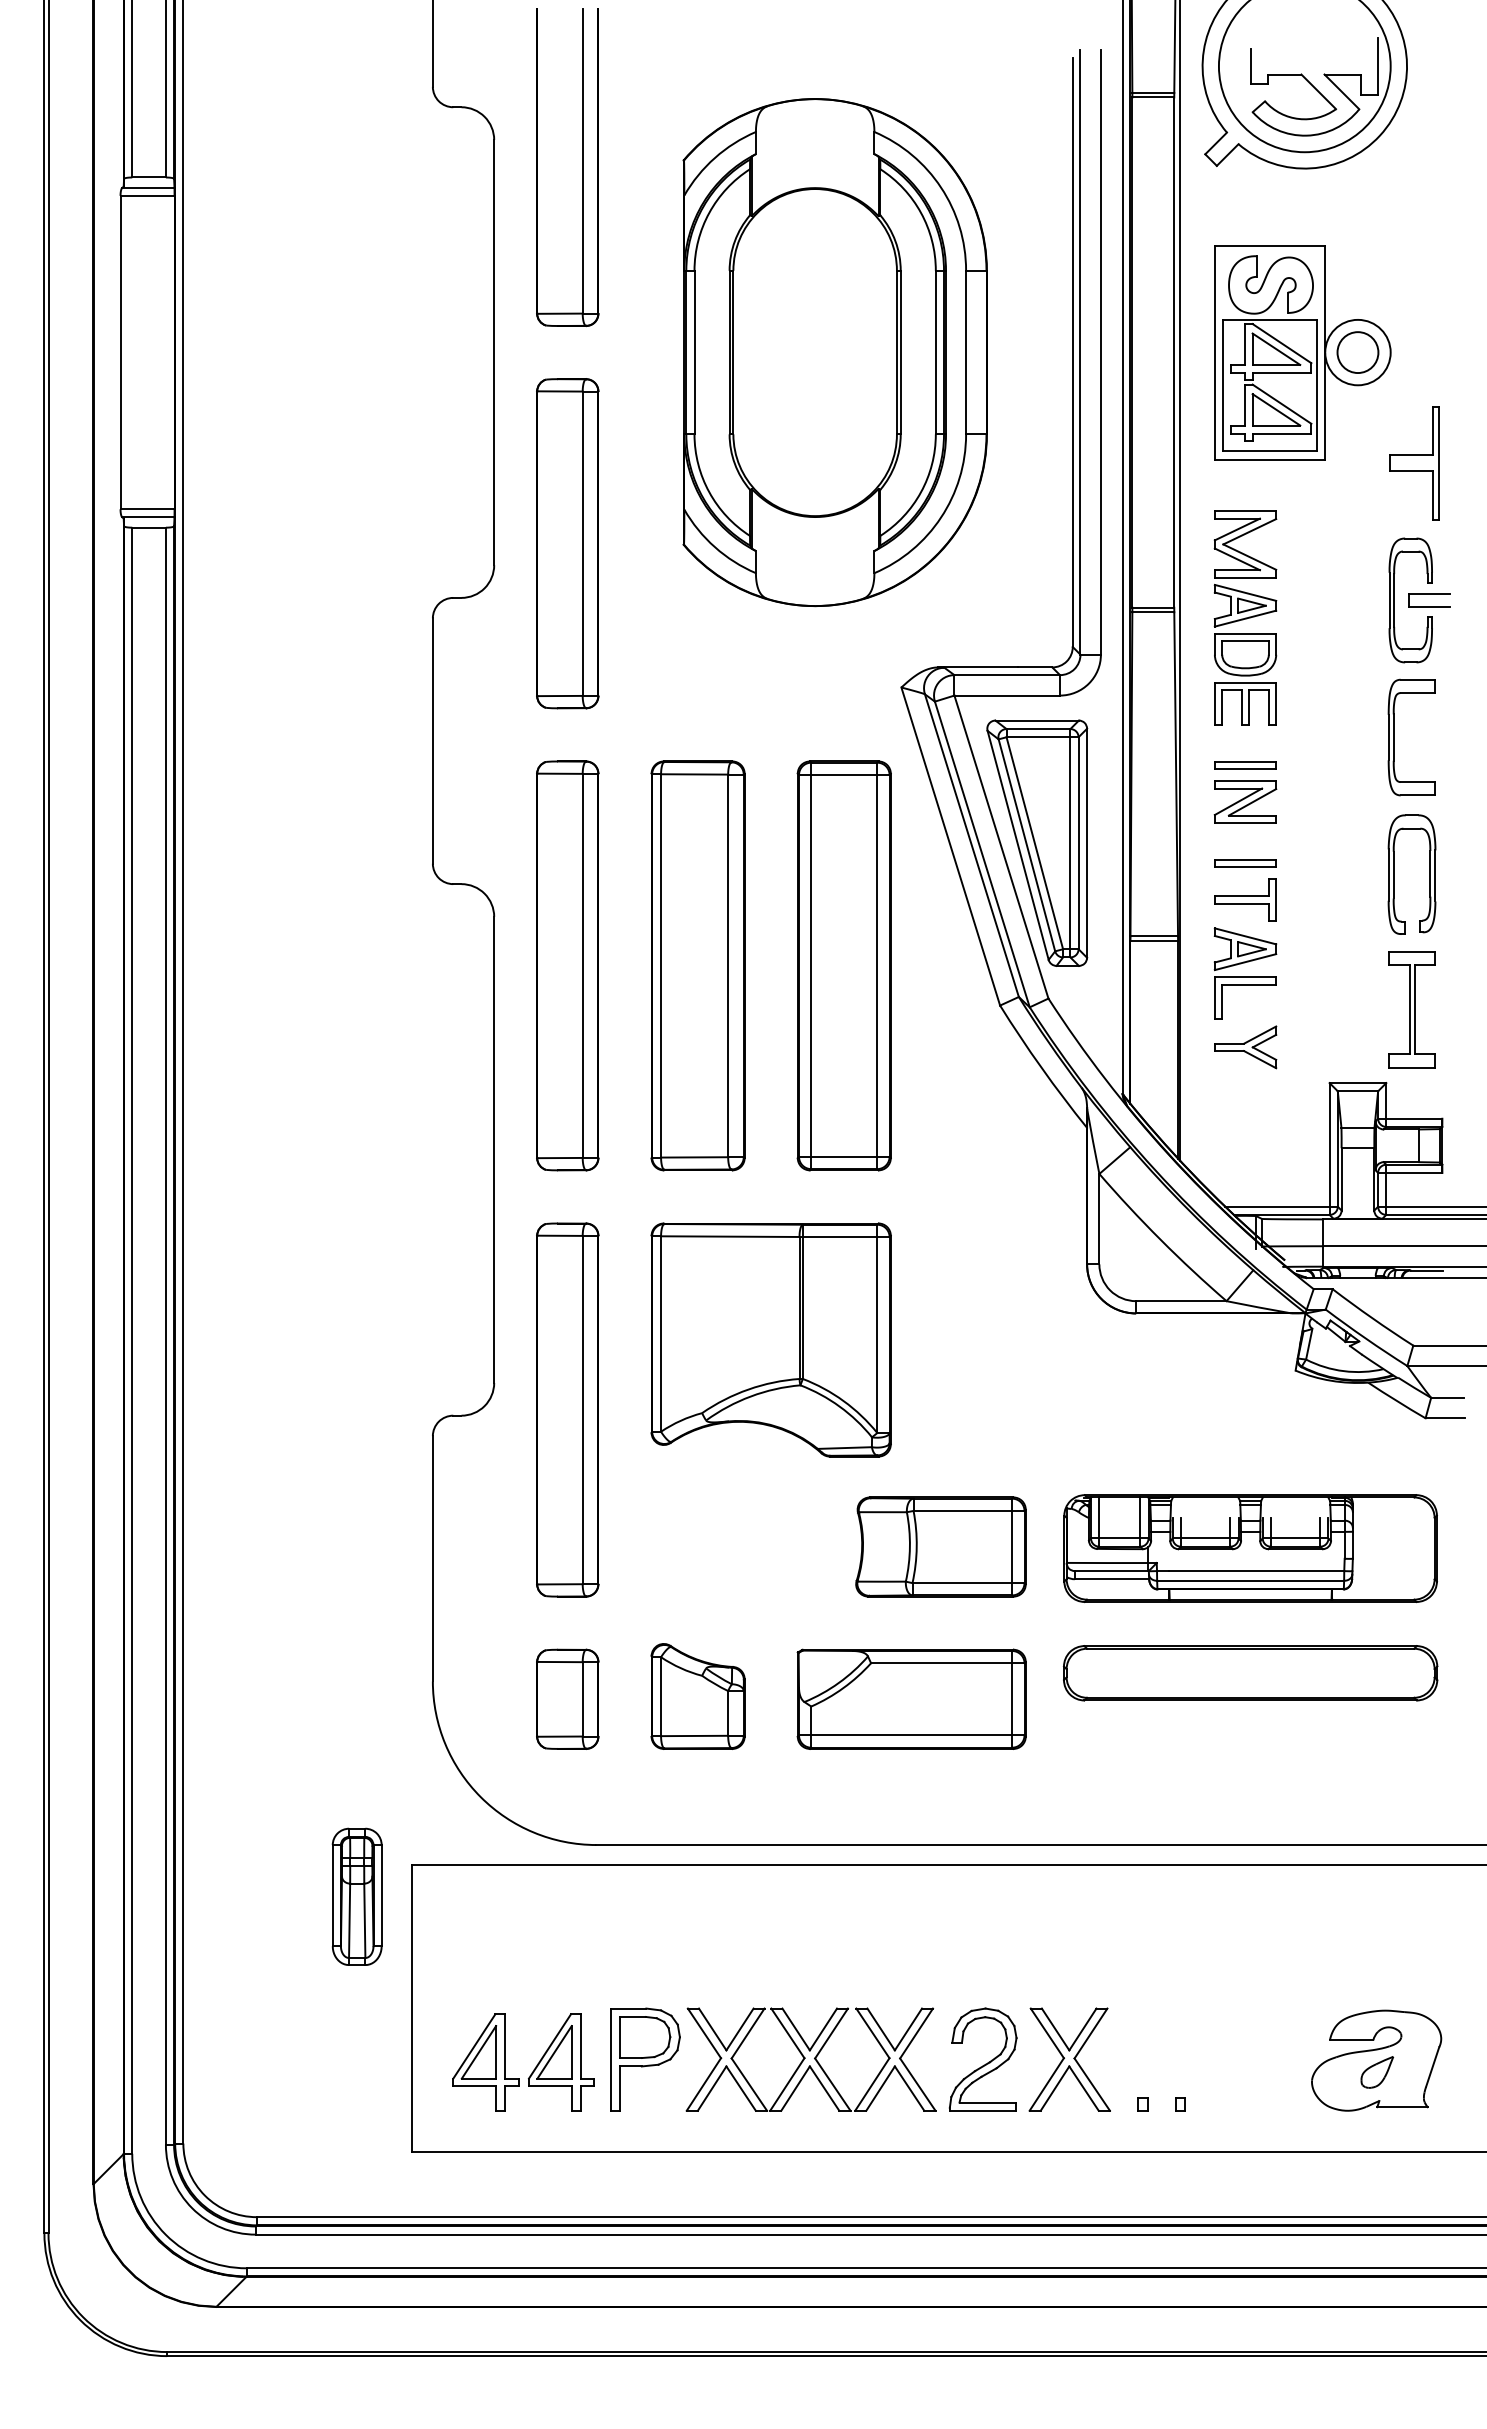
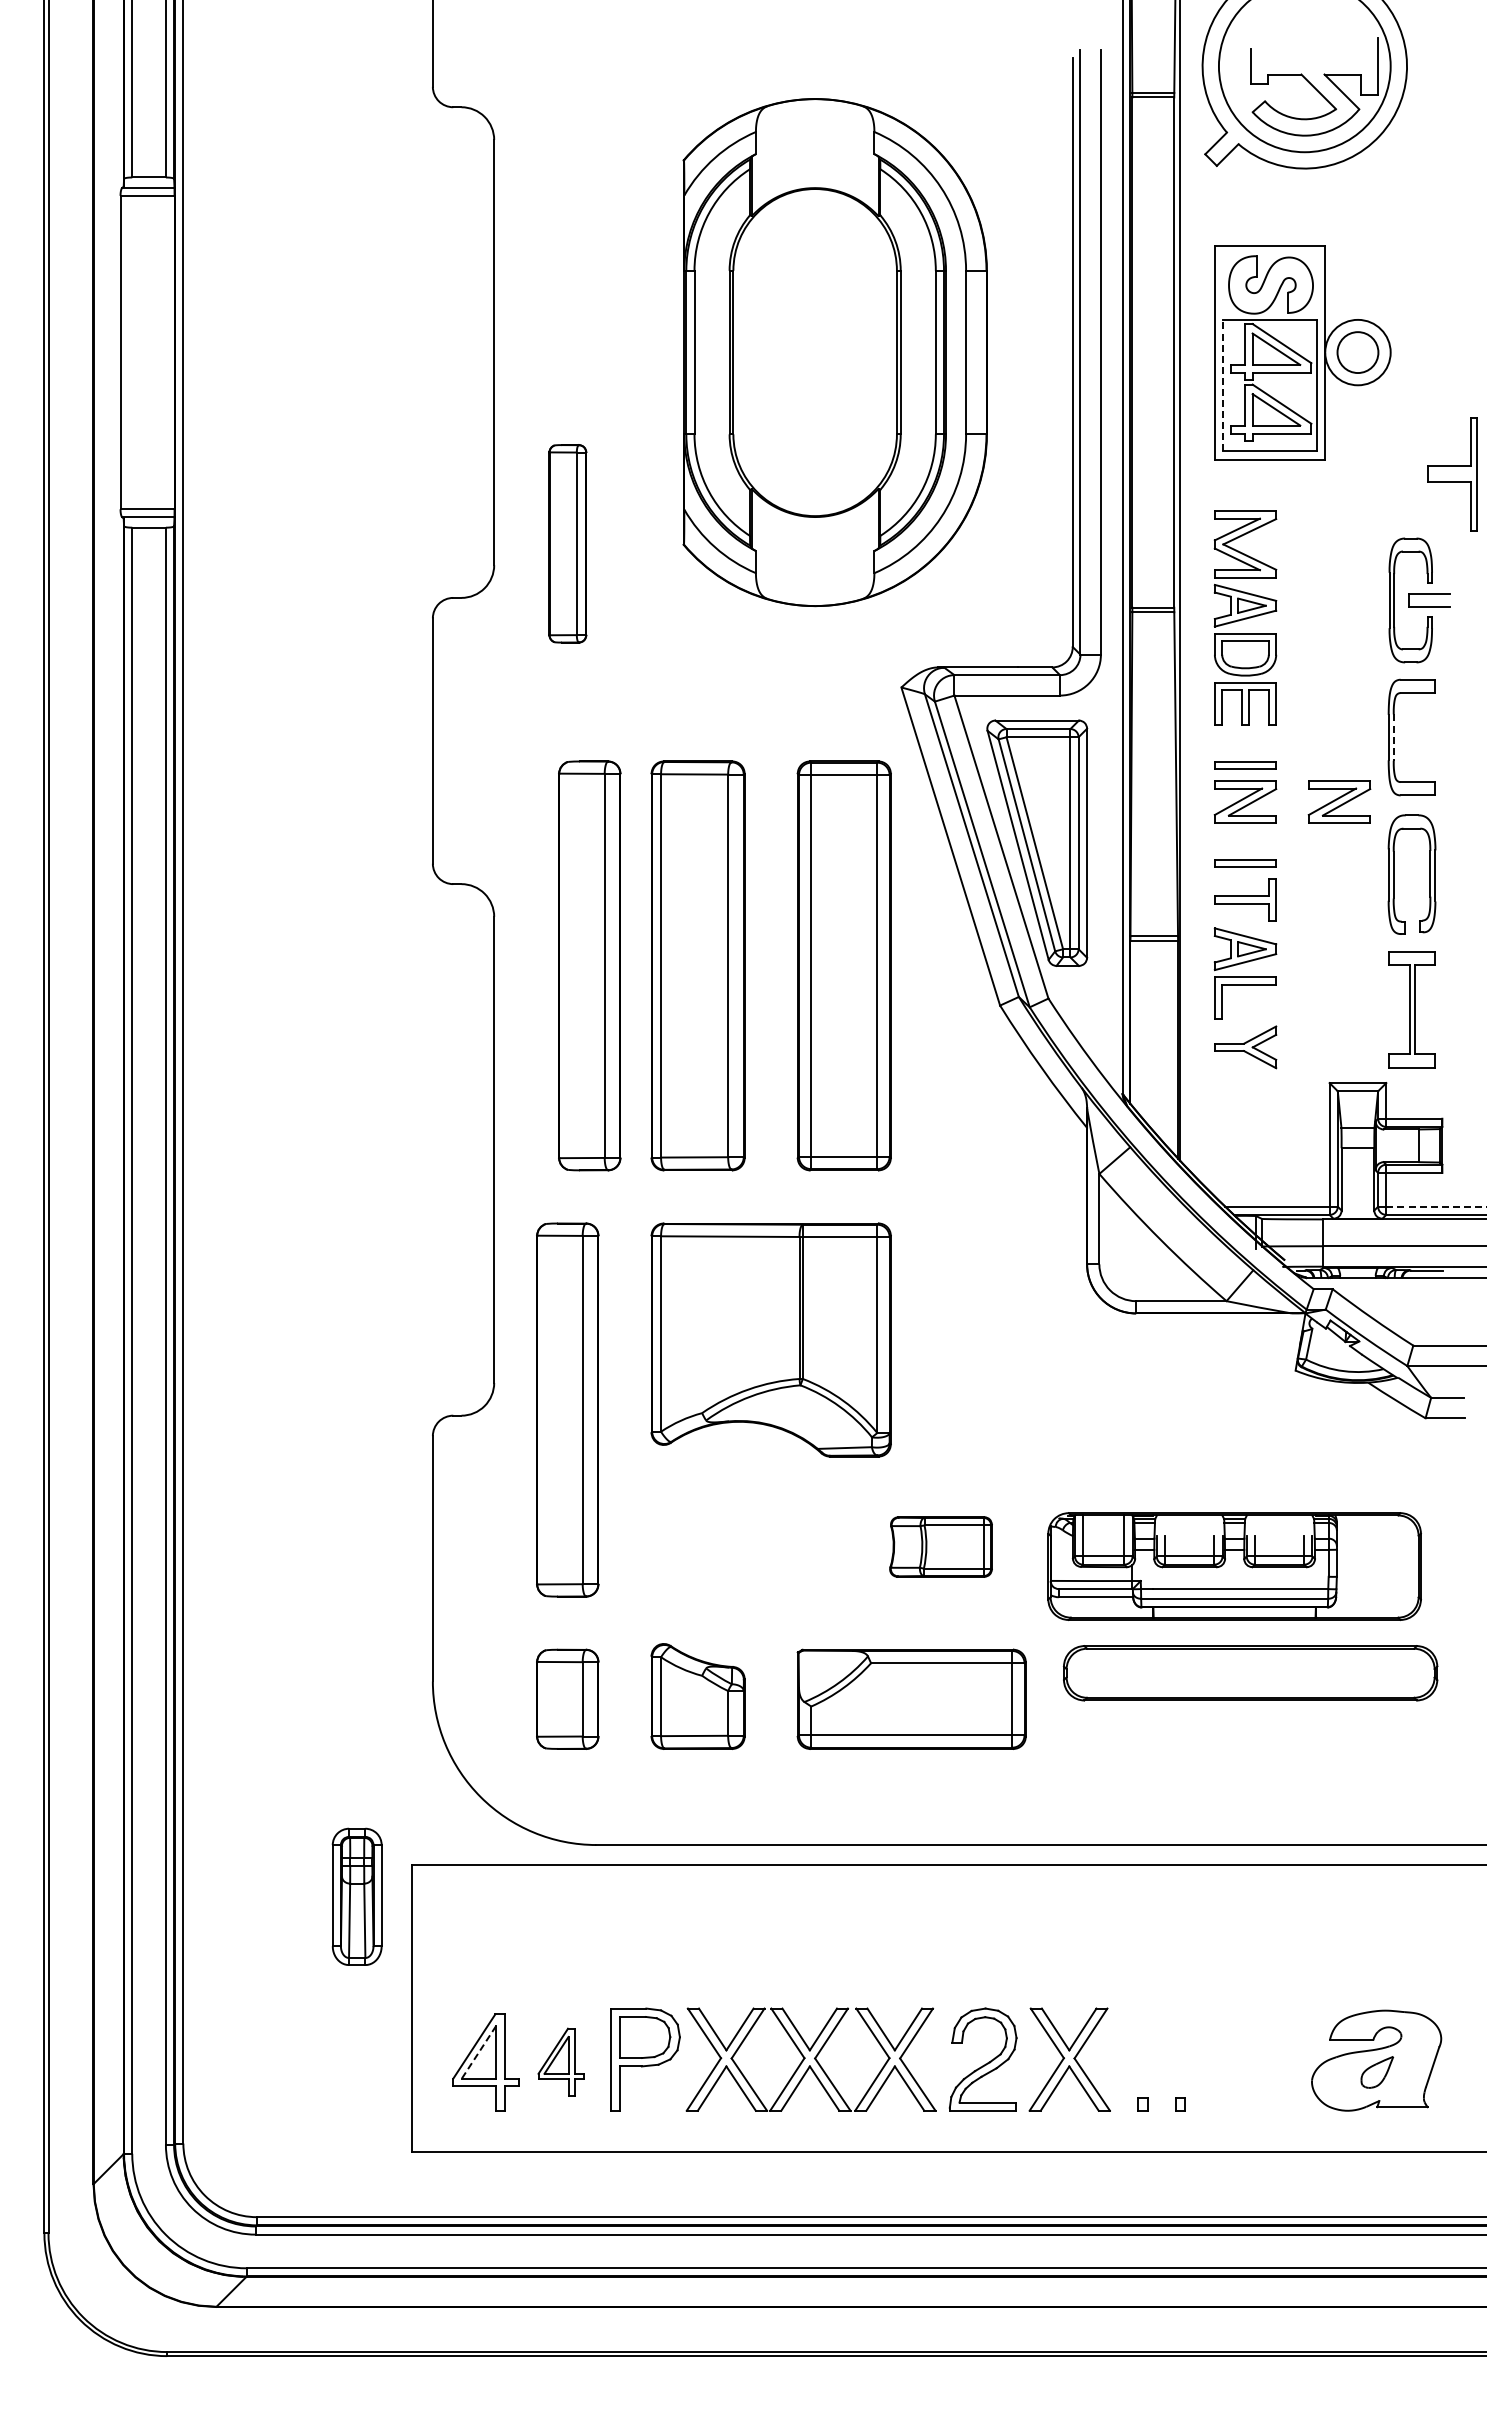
part at (582, 167): present -> none
line at (1223, 385): solid -> dashed
part at (1414, 463) position: (1414, 463) -> (1452, 474)
part at (567, 543) size: 64x332 px -> 40x200 px
line at (1393, 738): solid -> dashed
part at (1339, 801): none -> present
part at (567, 965) position: (567, 965) -> (589, 965)
line at (1437, 1206): solid -> dashed
part at (940, 1546) size: 172x102 px -> 104x62 px
part at (1250, 1548) position: (1250, 1548) -> (1234, 1566)
line at (478, 2052): solid -> dashed
part at (560, 2062) size: 68x99 px -> 48x70 px
